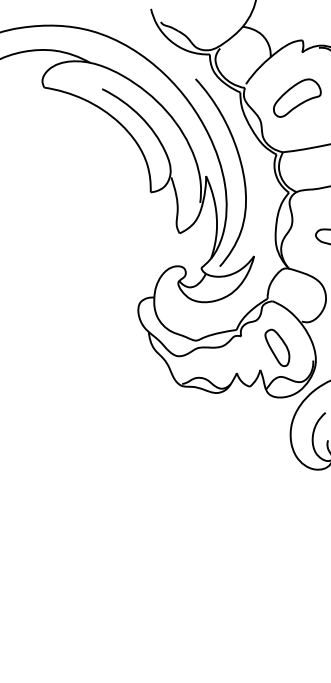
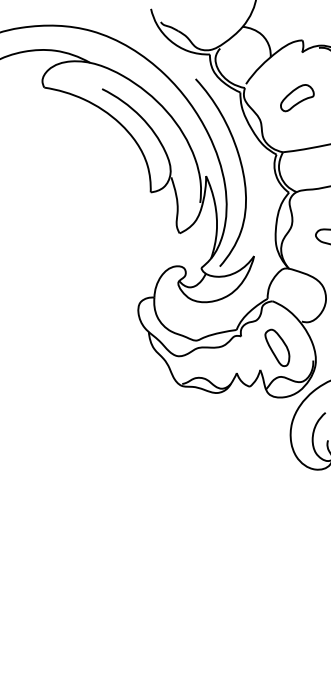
part at (297, 97) size: 49x40 px -> 35x29 px
